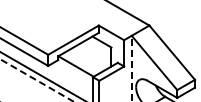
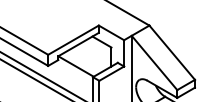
line at (131, 68): dashed -> solid
line at (36, 80): dashed -> solid
